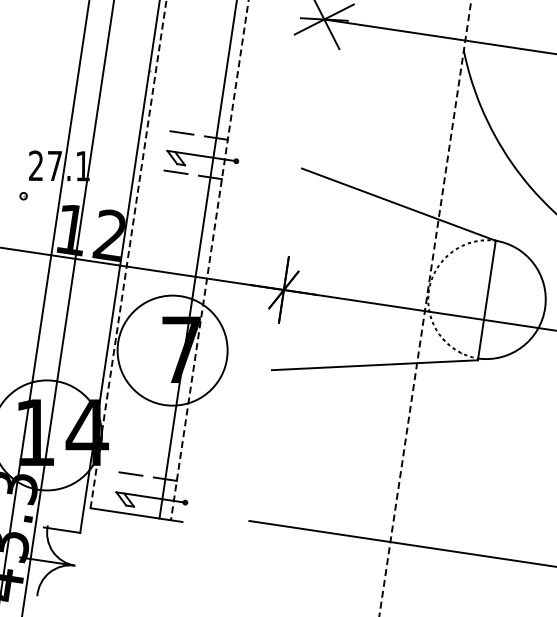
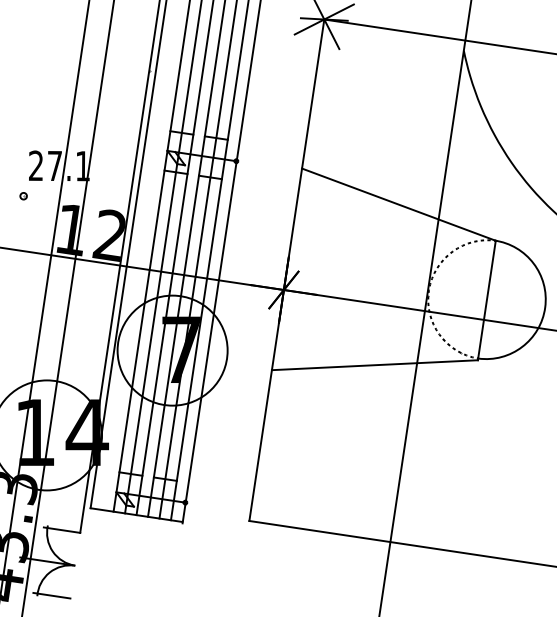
line at (128, 254): dashed -> solid
line at (151, 256): none -> present
line at (163, 257): none -> present
line at (174, 258): none -> present
line at (186, 259): none -> present
line at (209, 260): dashed -> solid
line at (221, 262): none -> present
line at (286, 269): none -> present
line at (425, 308): dashed -> solid
line at (51, 595): none -> present
